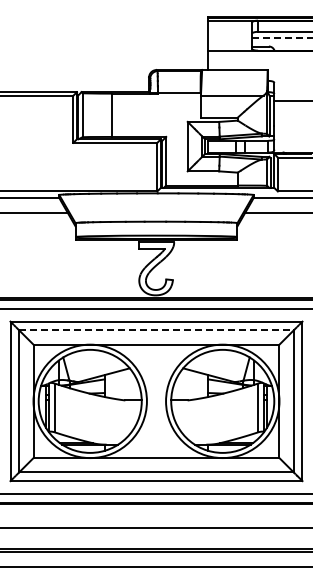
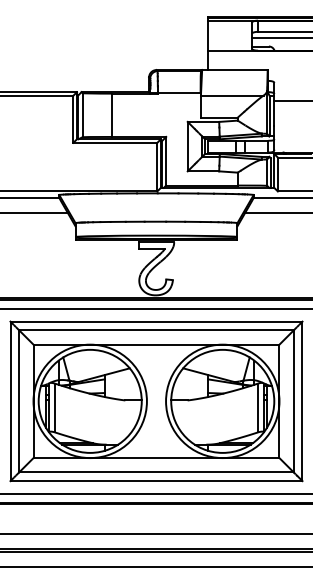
line at (282, 37): dashed -> solid
line at (156, 330): dashed -> solid
line at (155, 528) position: (155, 528) -> (155, 534)
